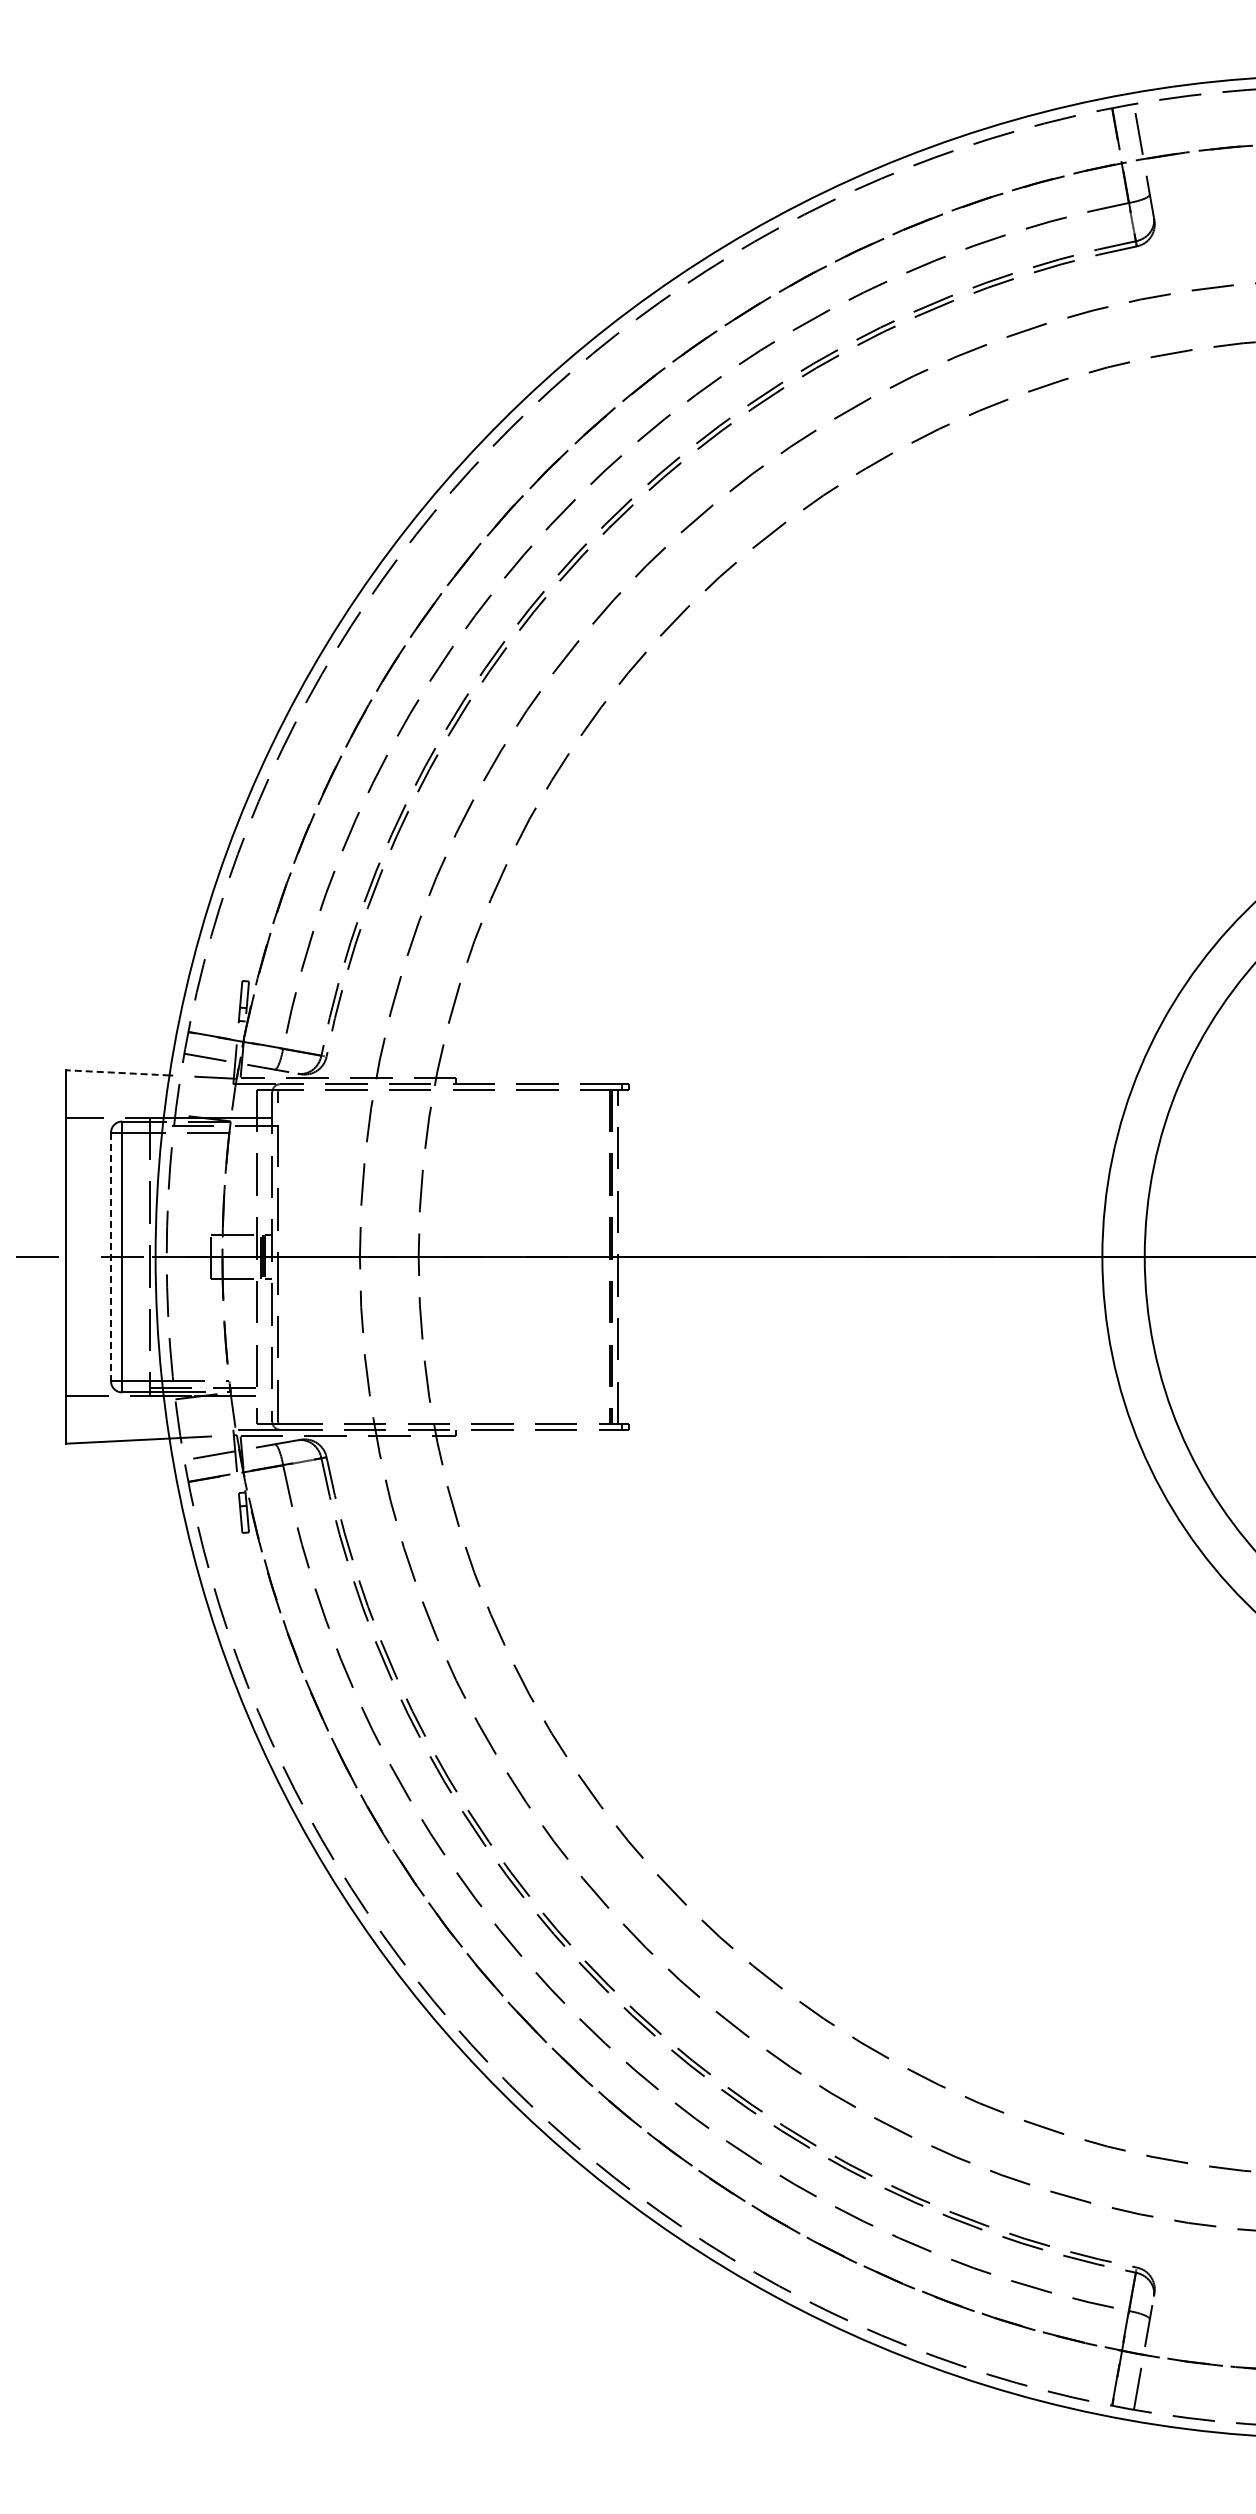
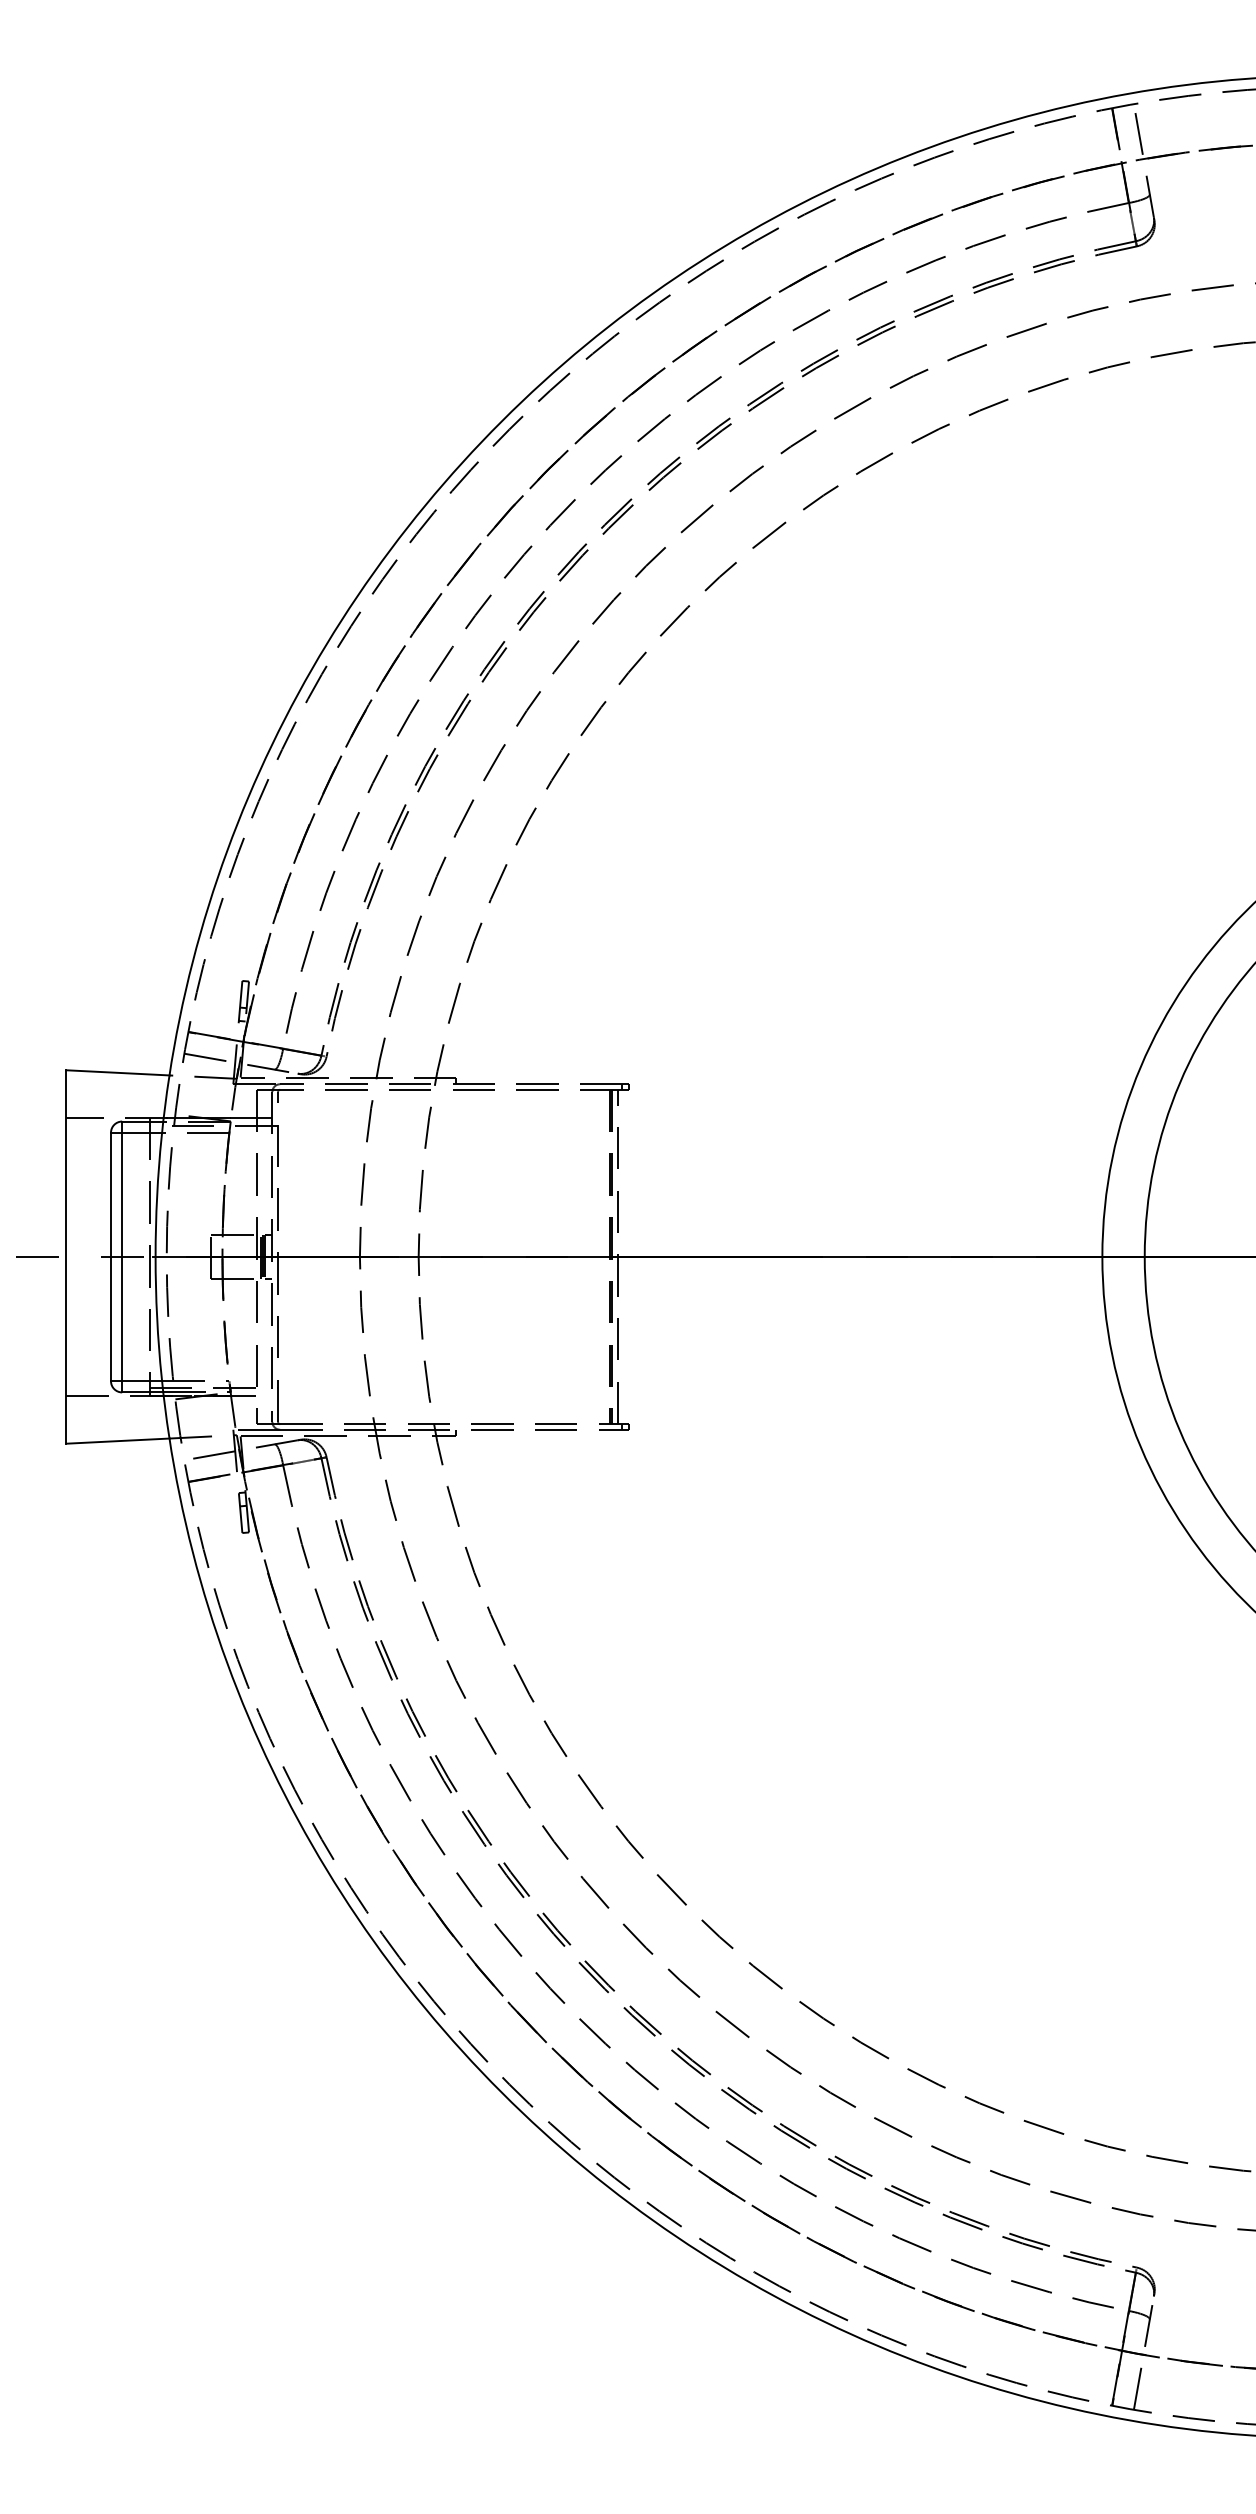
line at (118, 1072): dashed -> solid
line at (111, 1257): dashed -> solid
